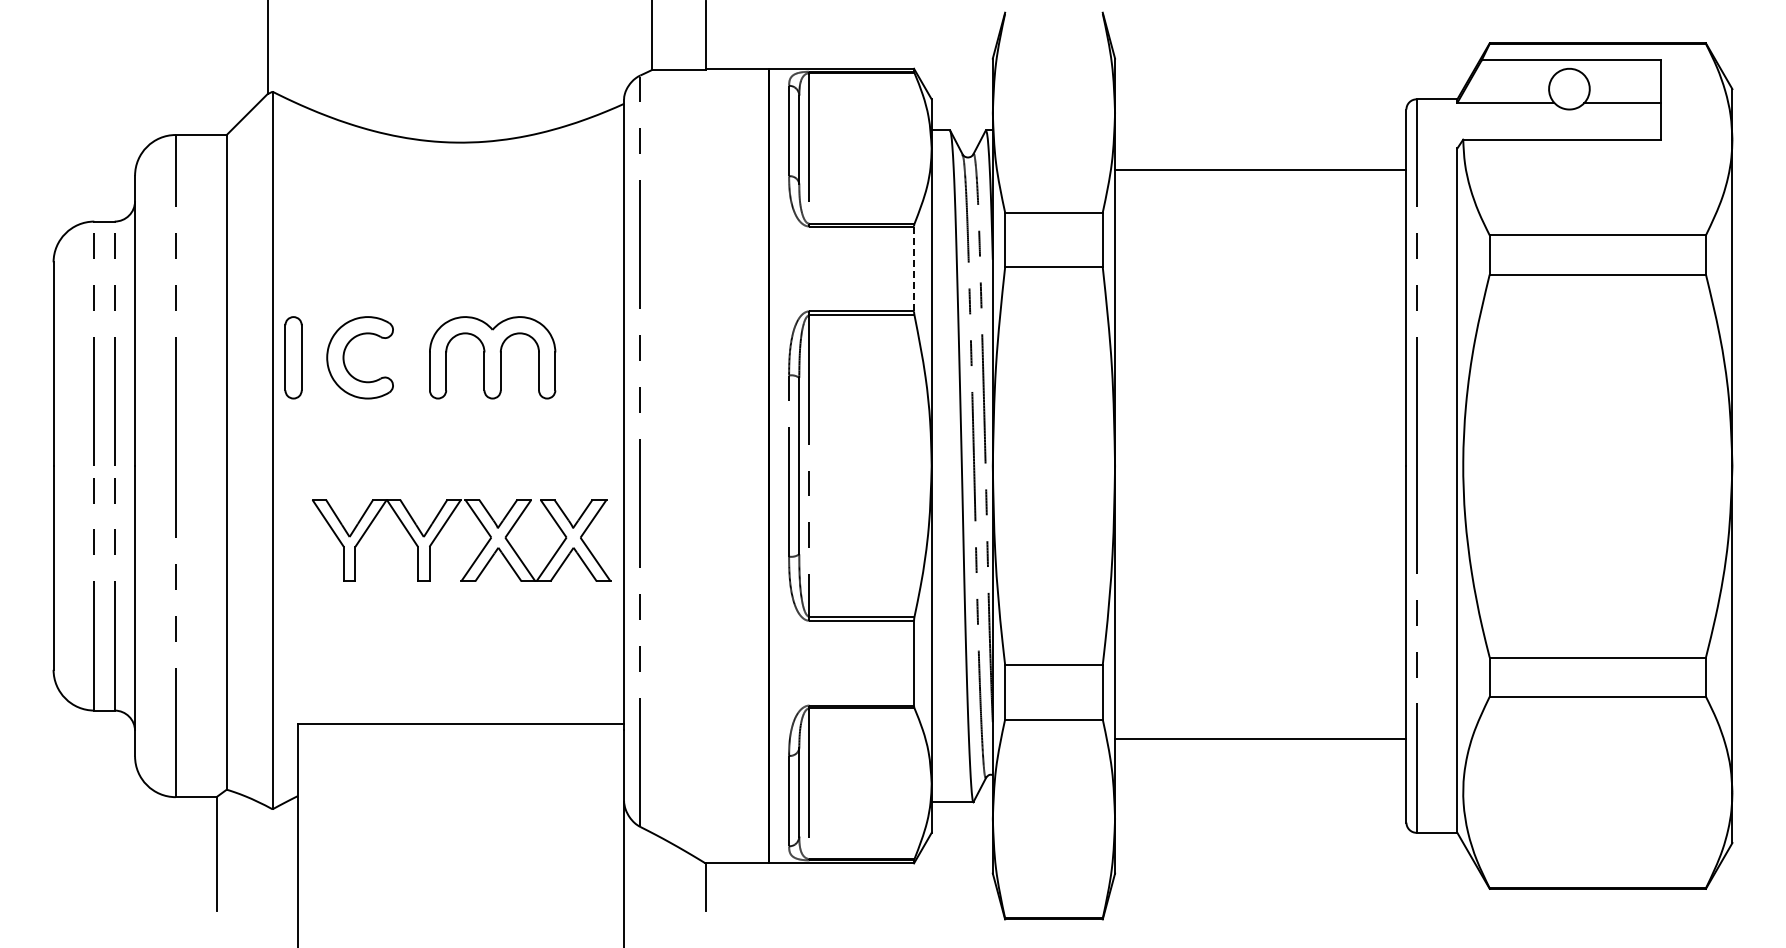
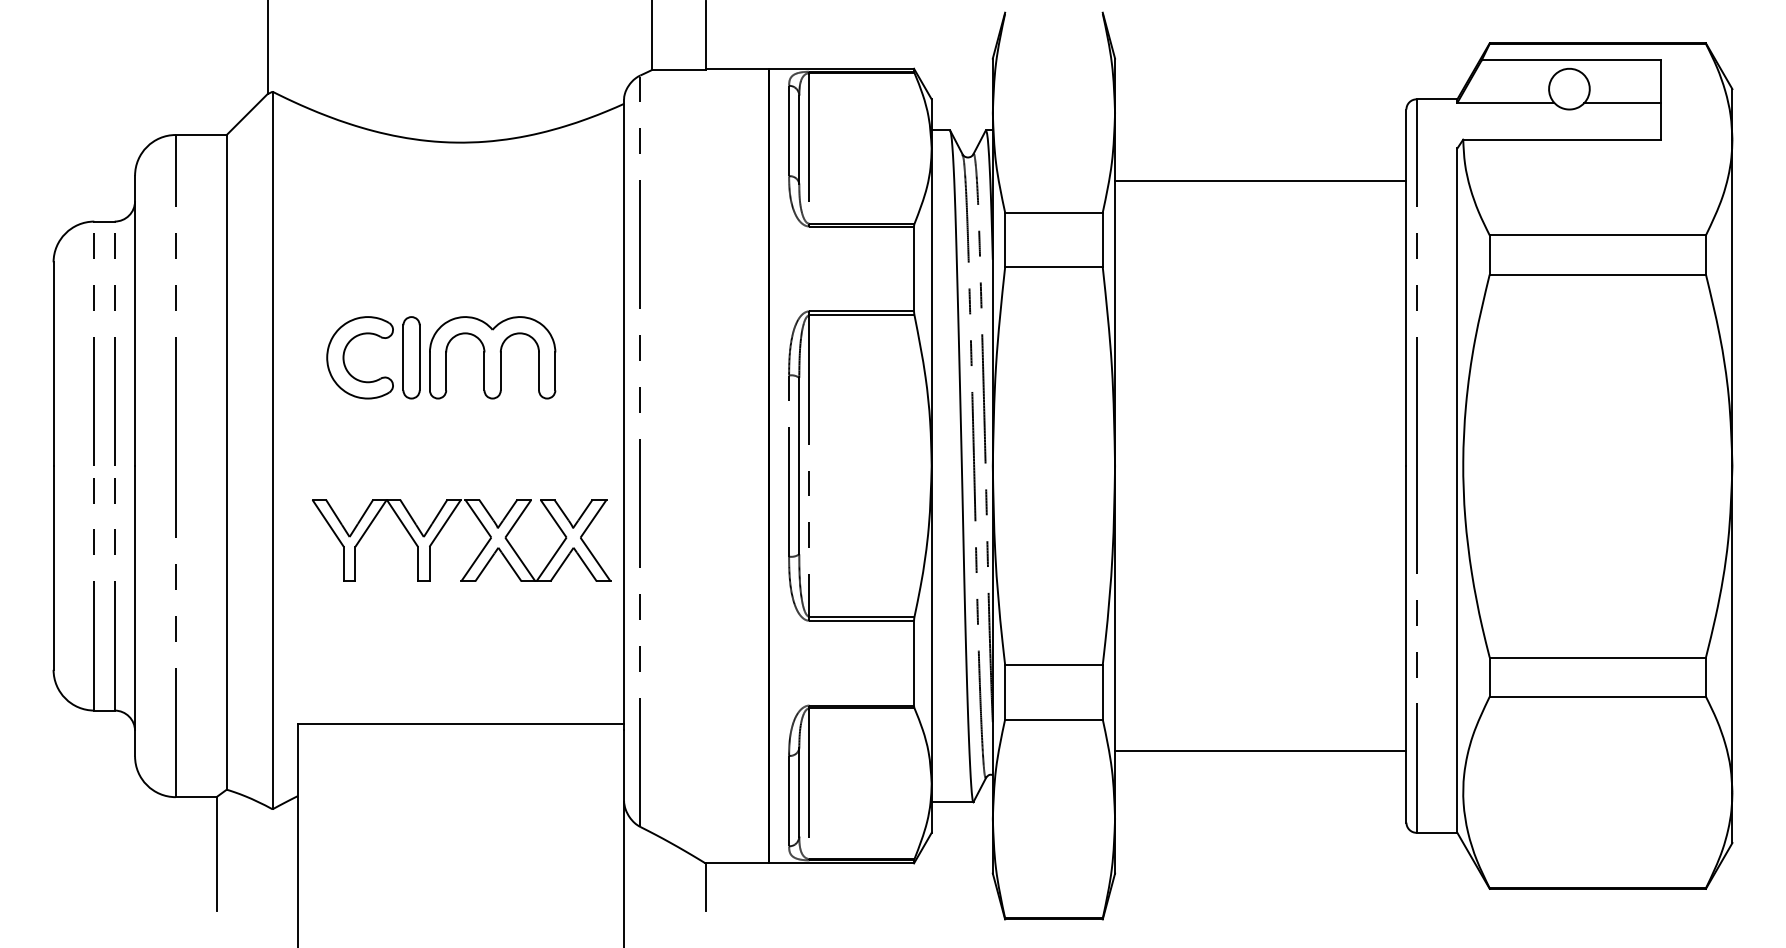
line at (1260, 169) position: (1260, 169) -> (1260, 180)
line at (914, 269): dashed -> solid
part at (293, 357) position: (293, 357) -> (411, 357)
line at (1260, 739) position: (1260, 739) -> (1260, 751)
